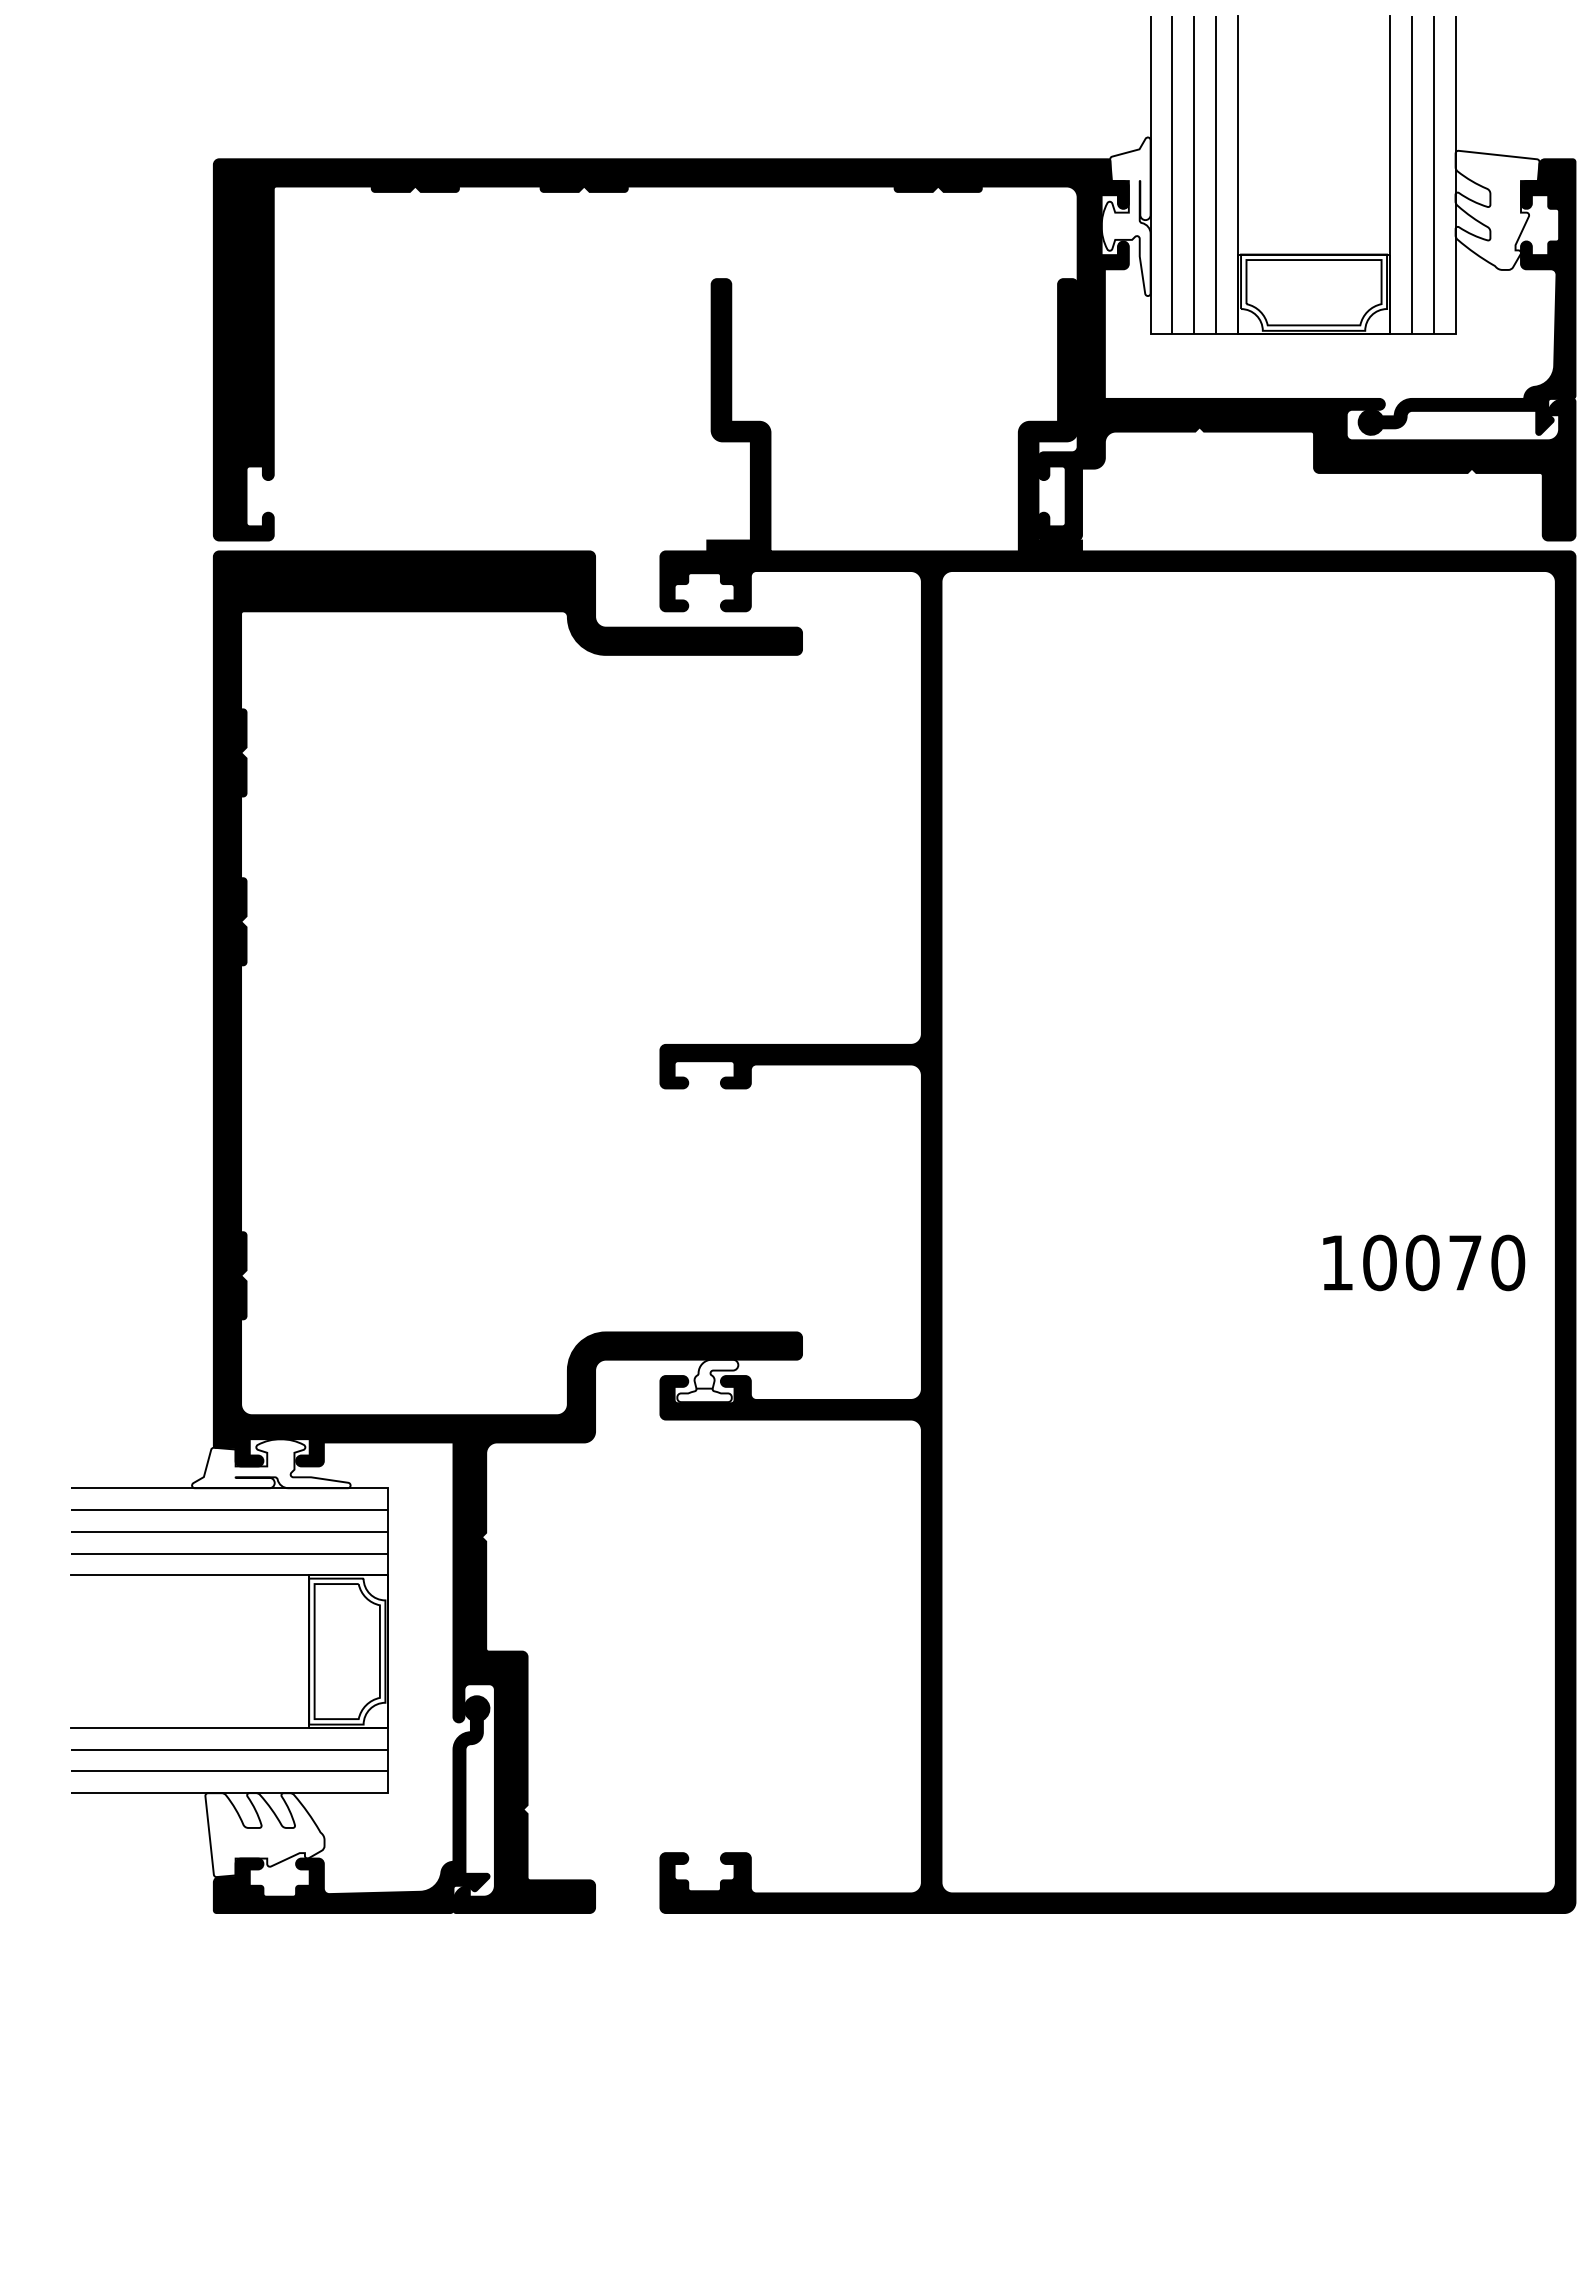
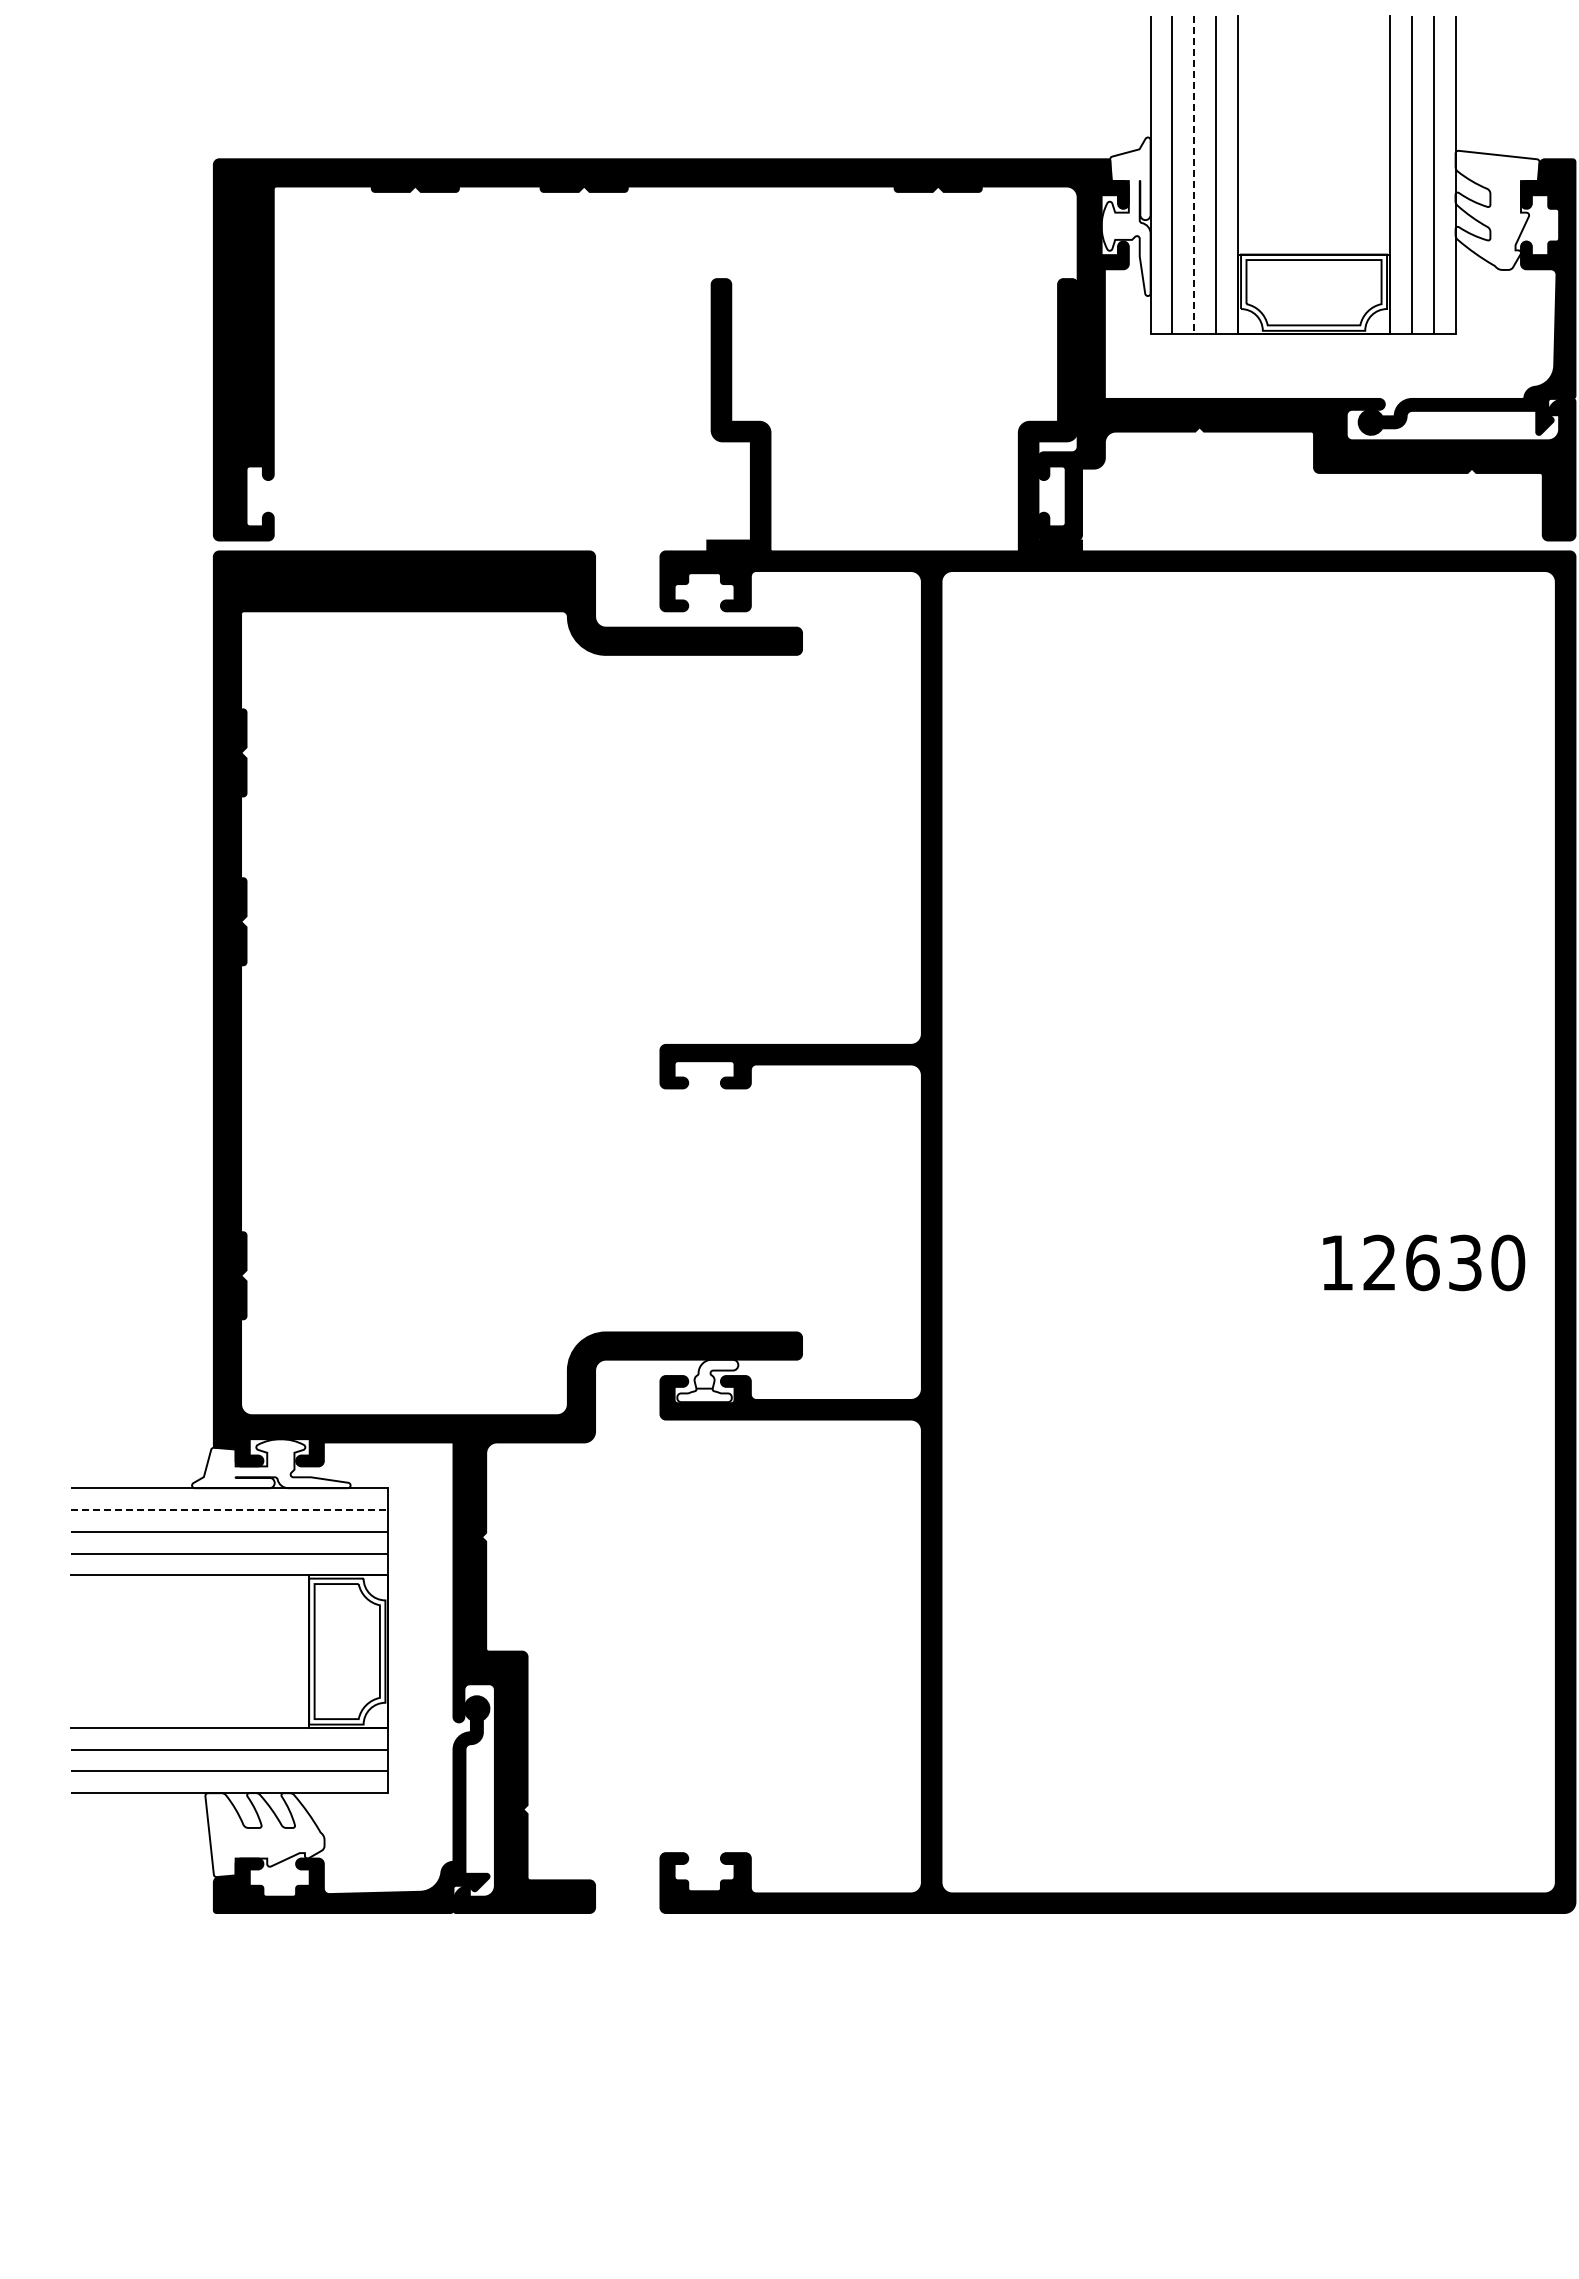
line at (1194, 174): solid -> dashed
text at (1422, 1262): 10070 -> 12630
line at (229, 1509): solid -> dashed
